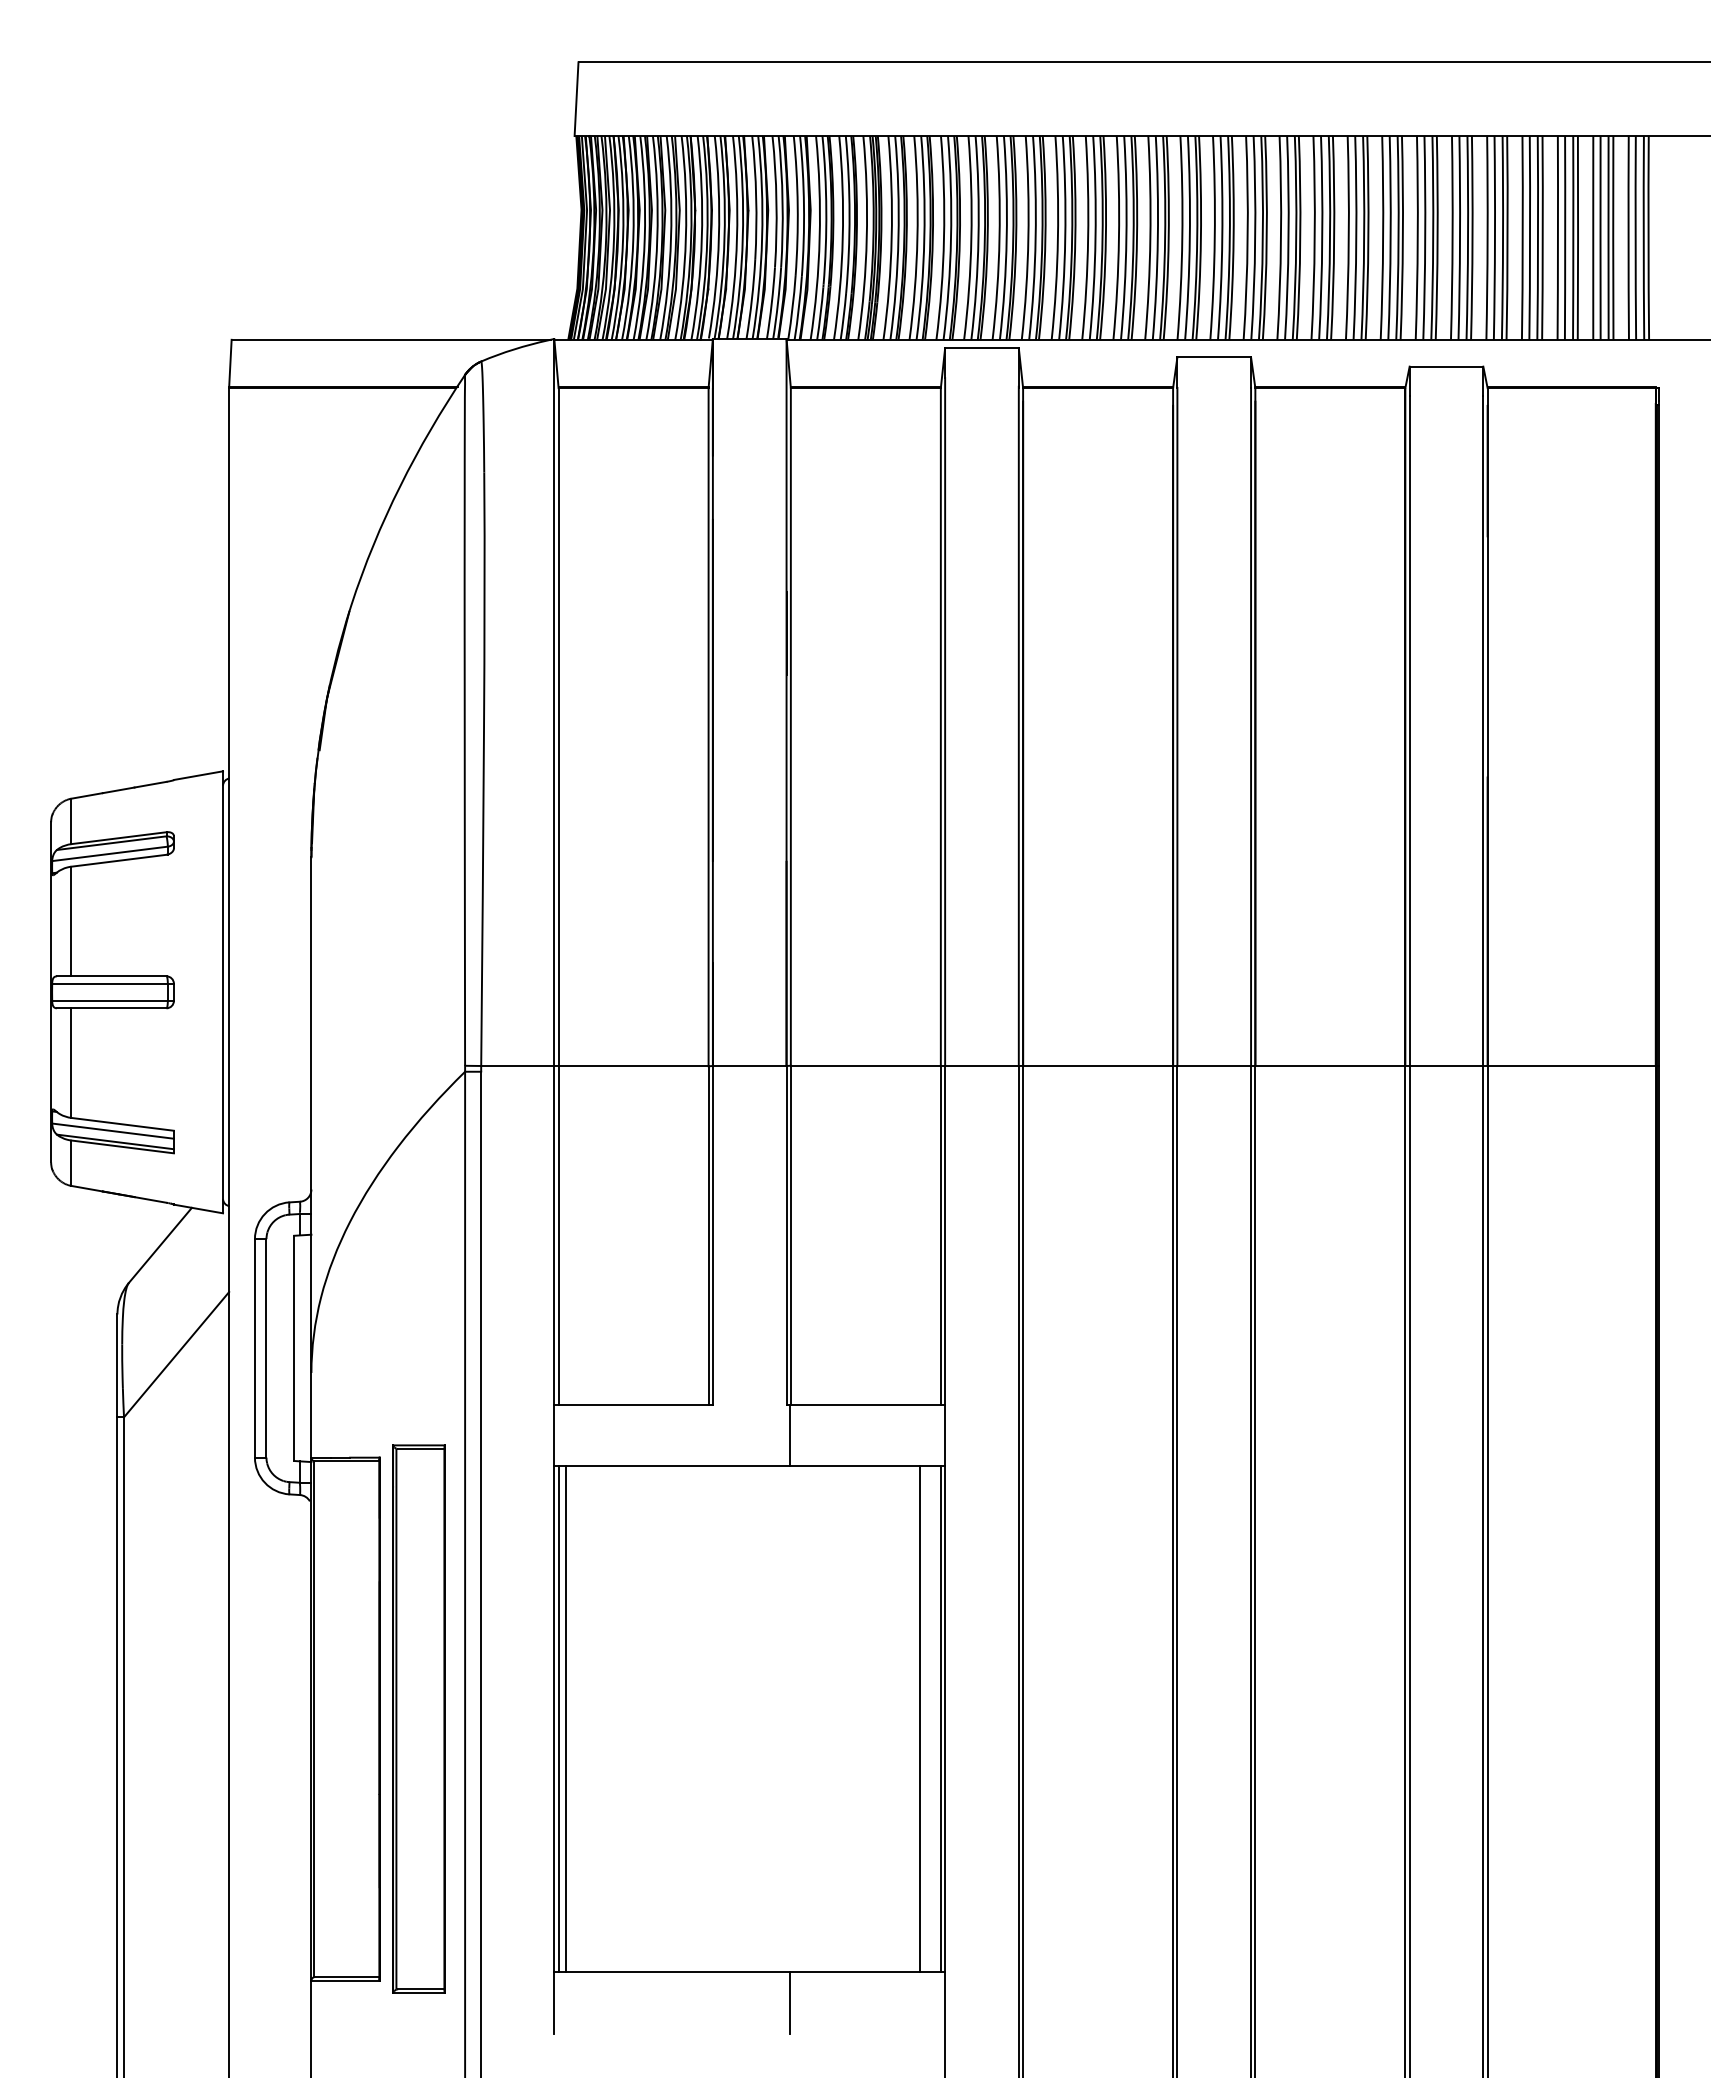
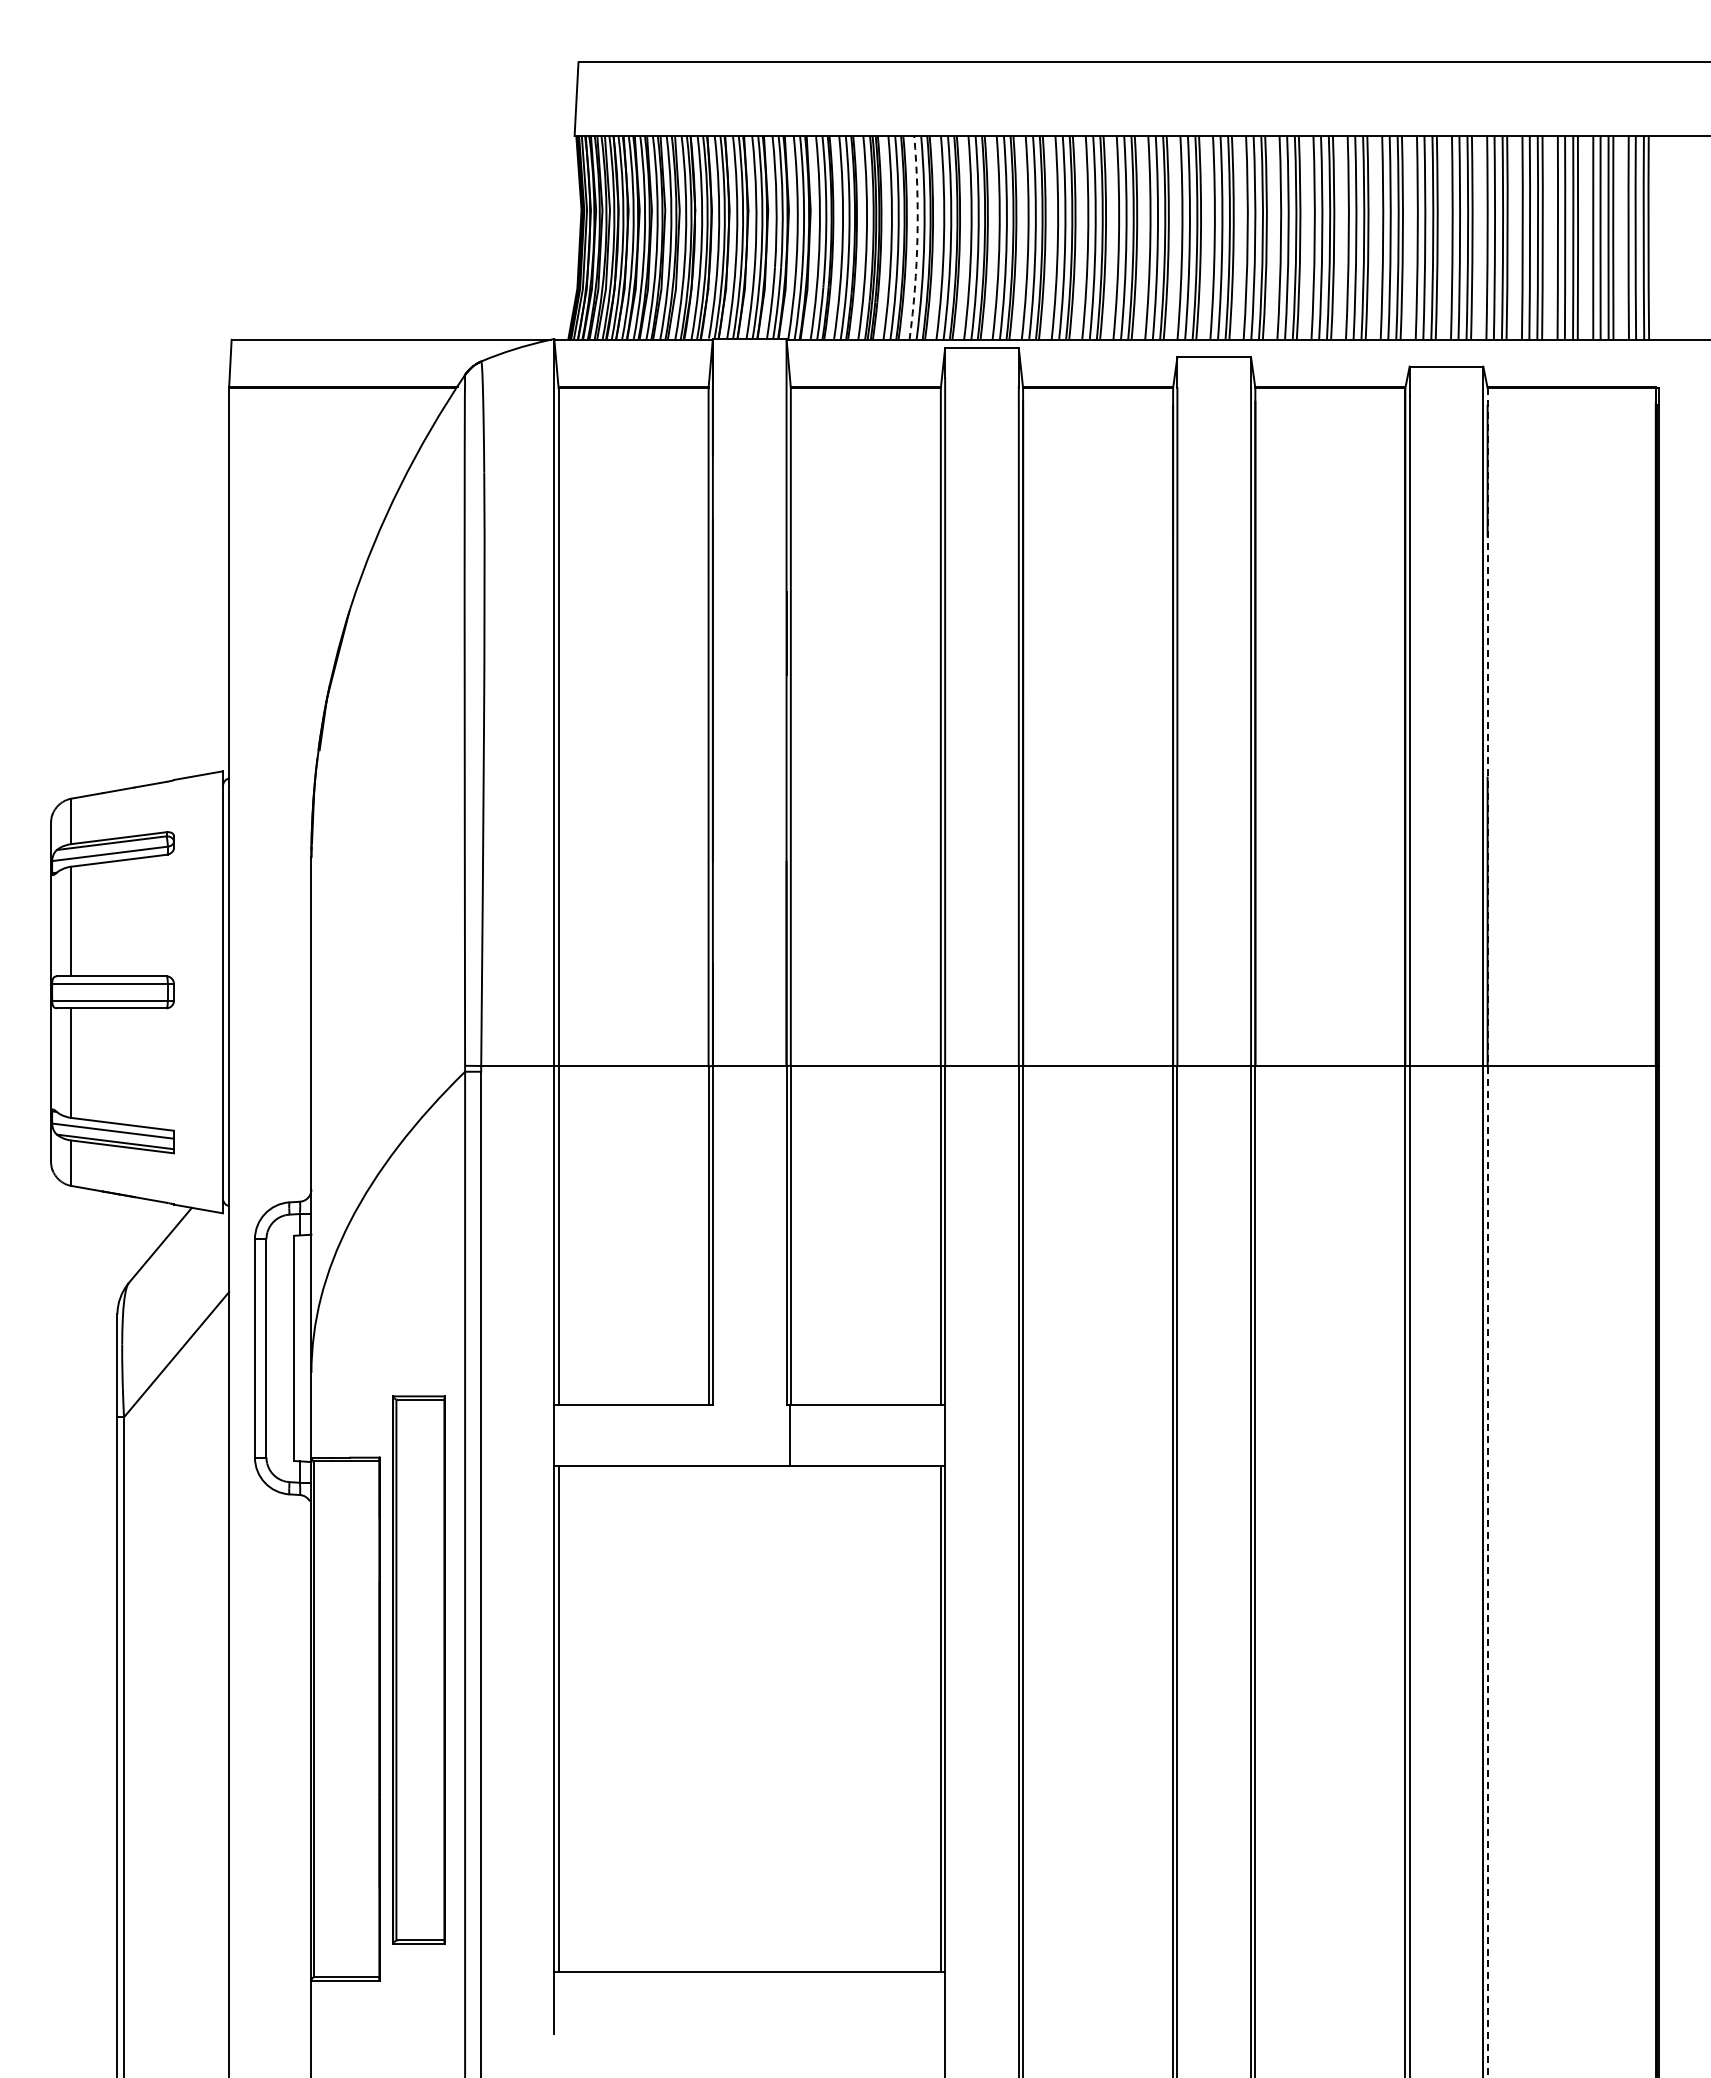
arc at (917, 238): solid -> dashed
line at (1487, 1233): solid -> dashed
part at (418, 1718) position: (418, 1718) -> (418, 1669)
line at (566, 1719): present -> none
line at (919, 1719): present -> none
line at (790, 2002): present -> none
